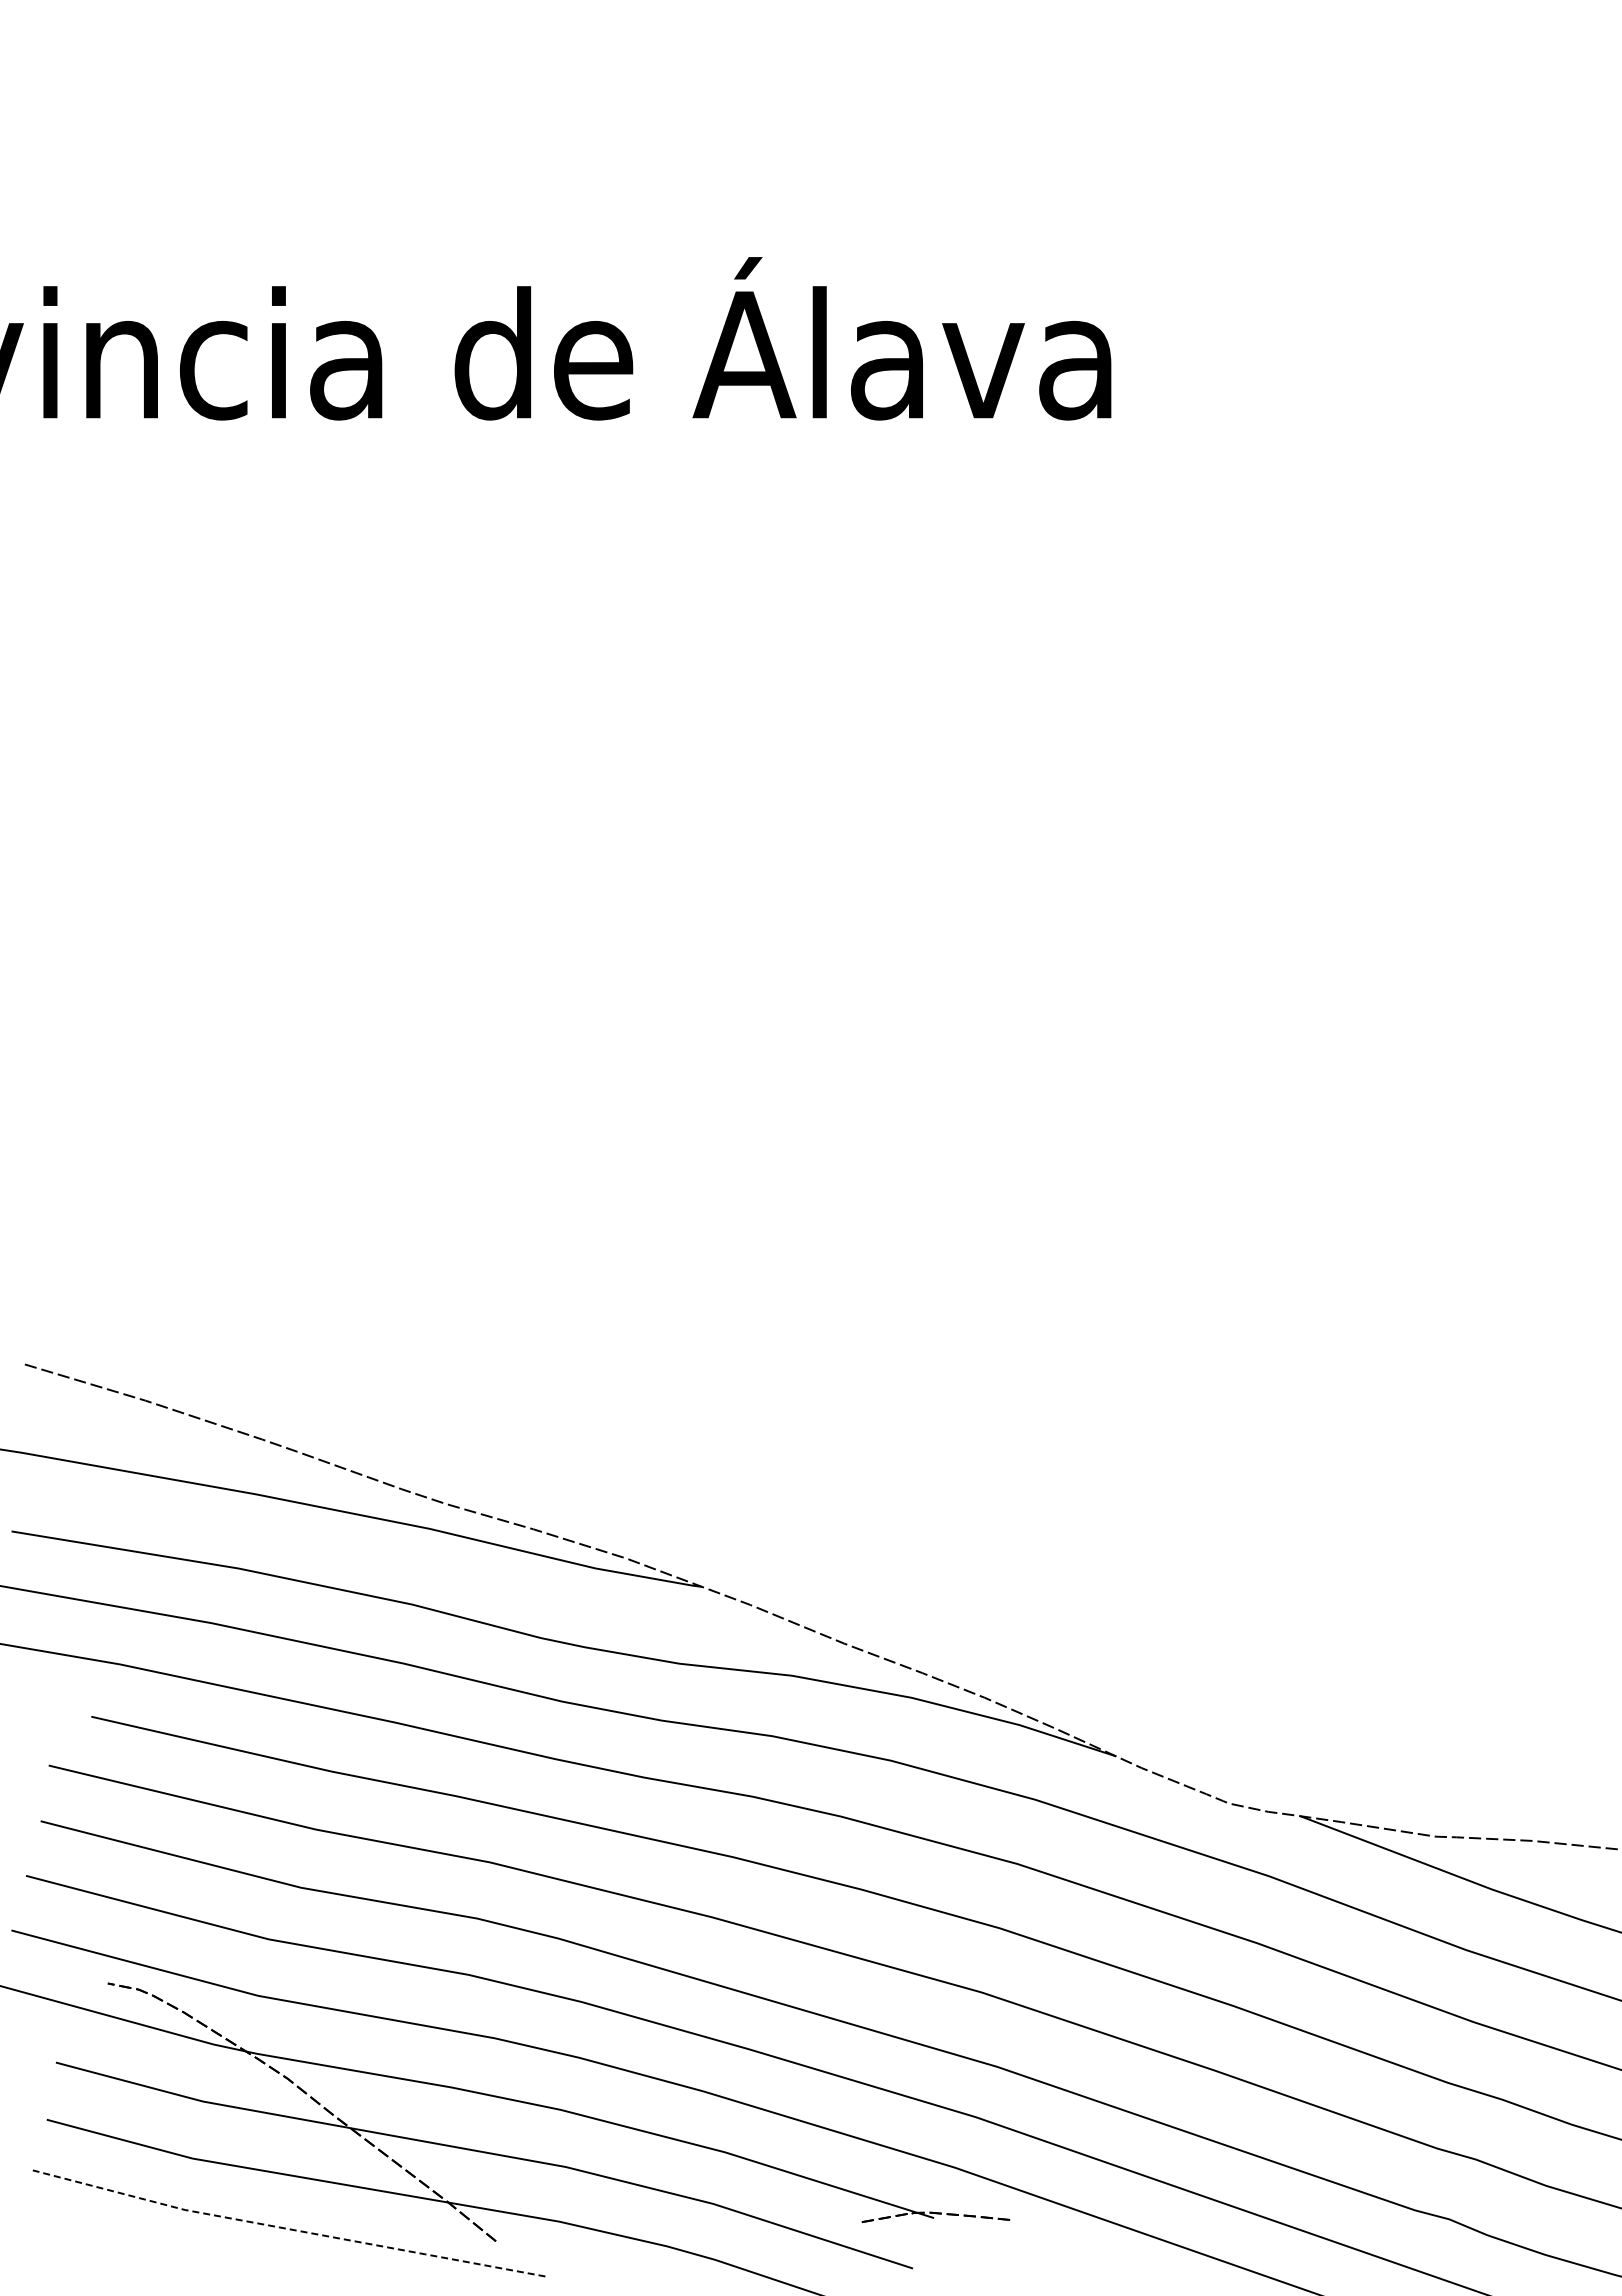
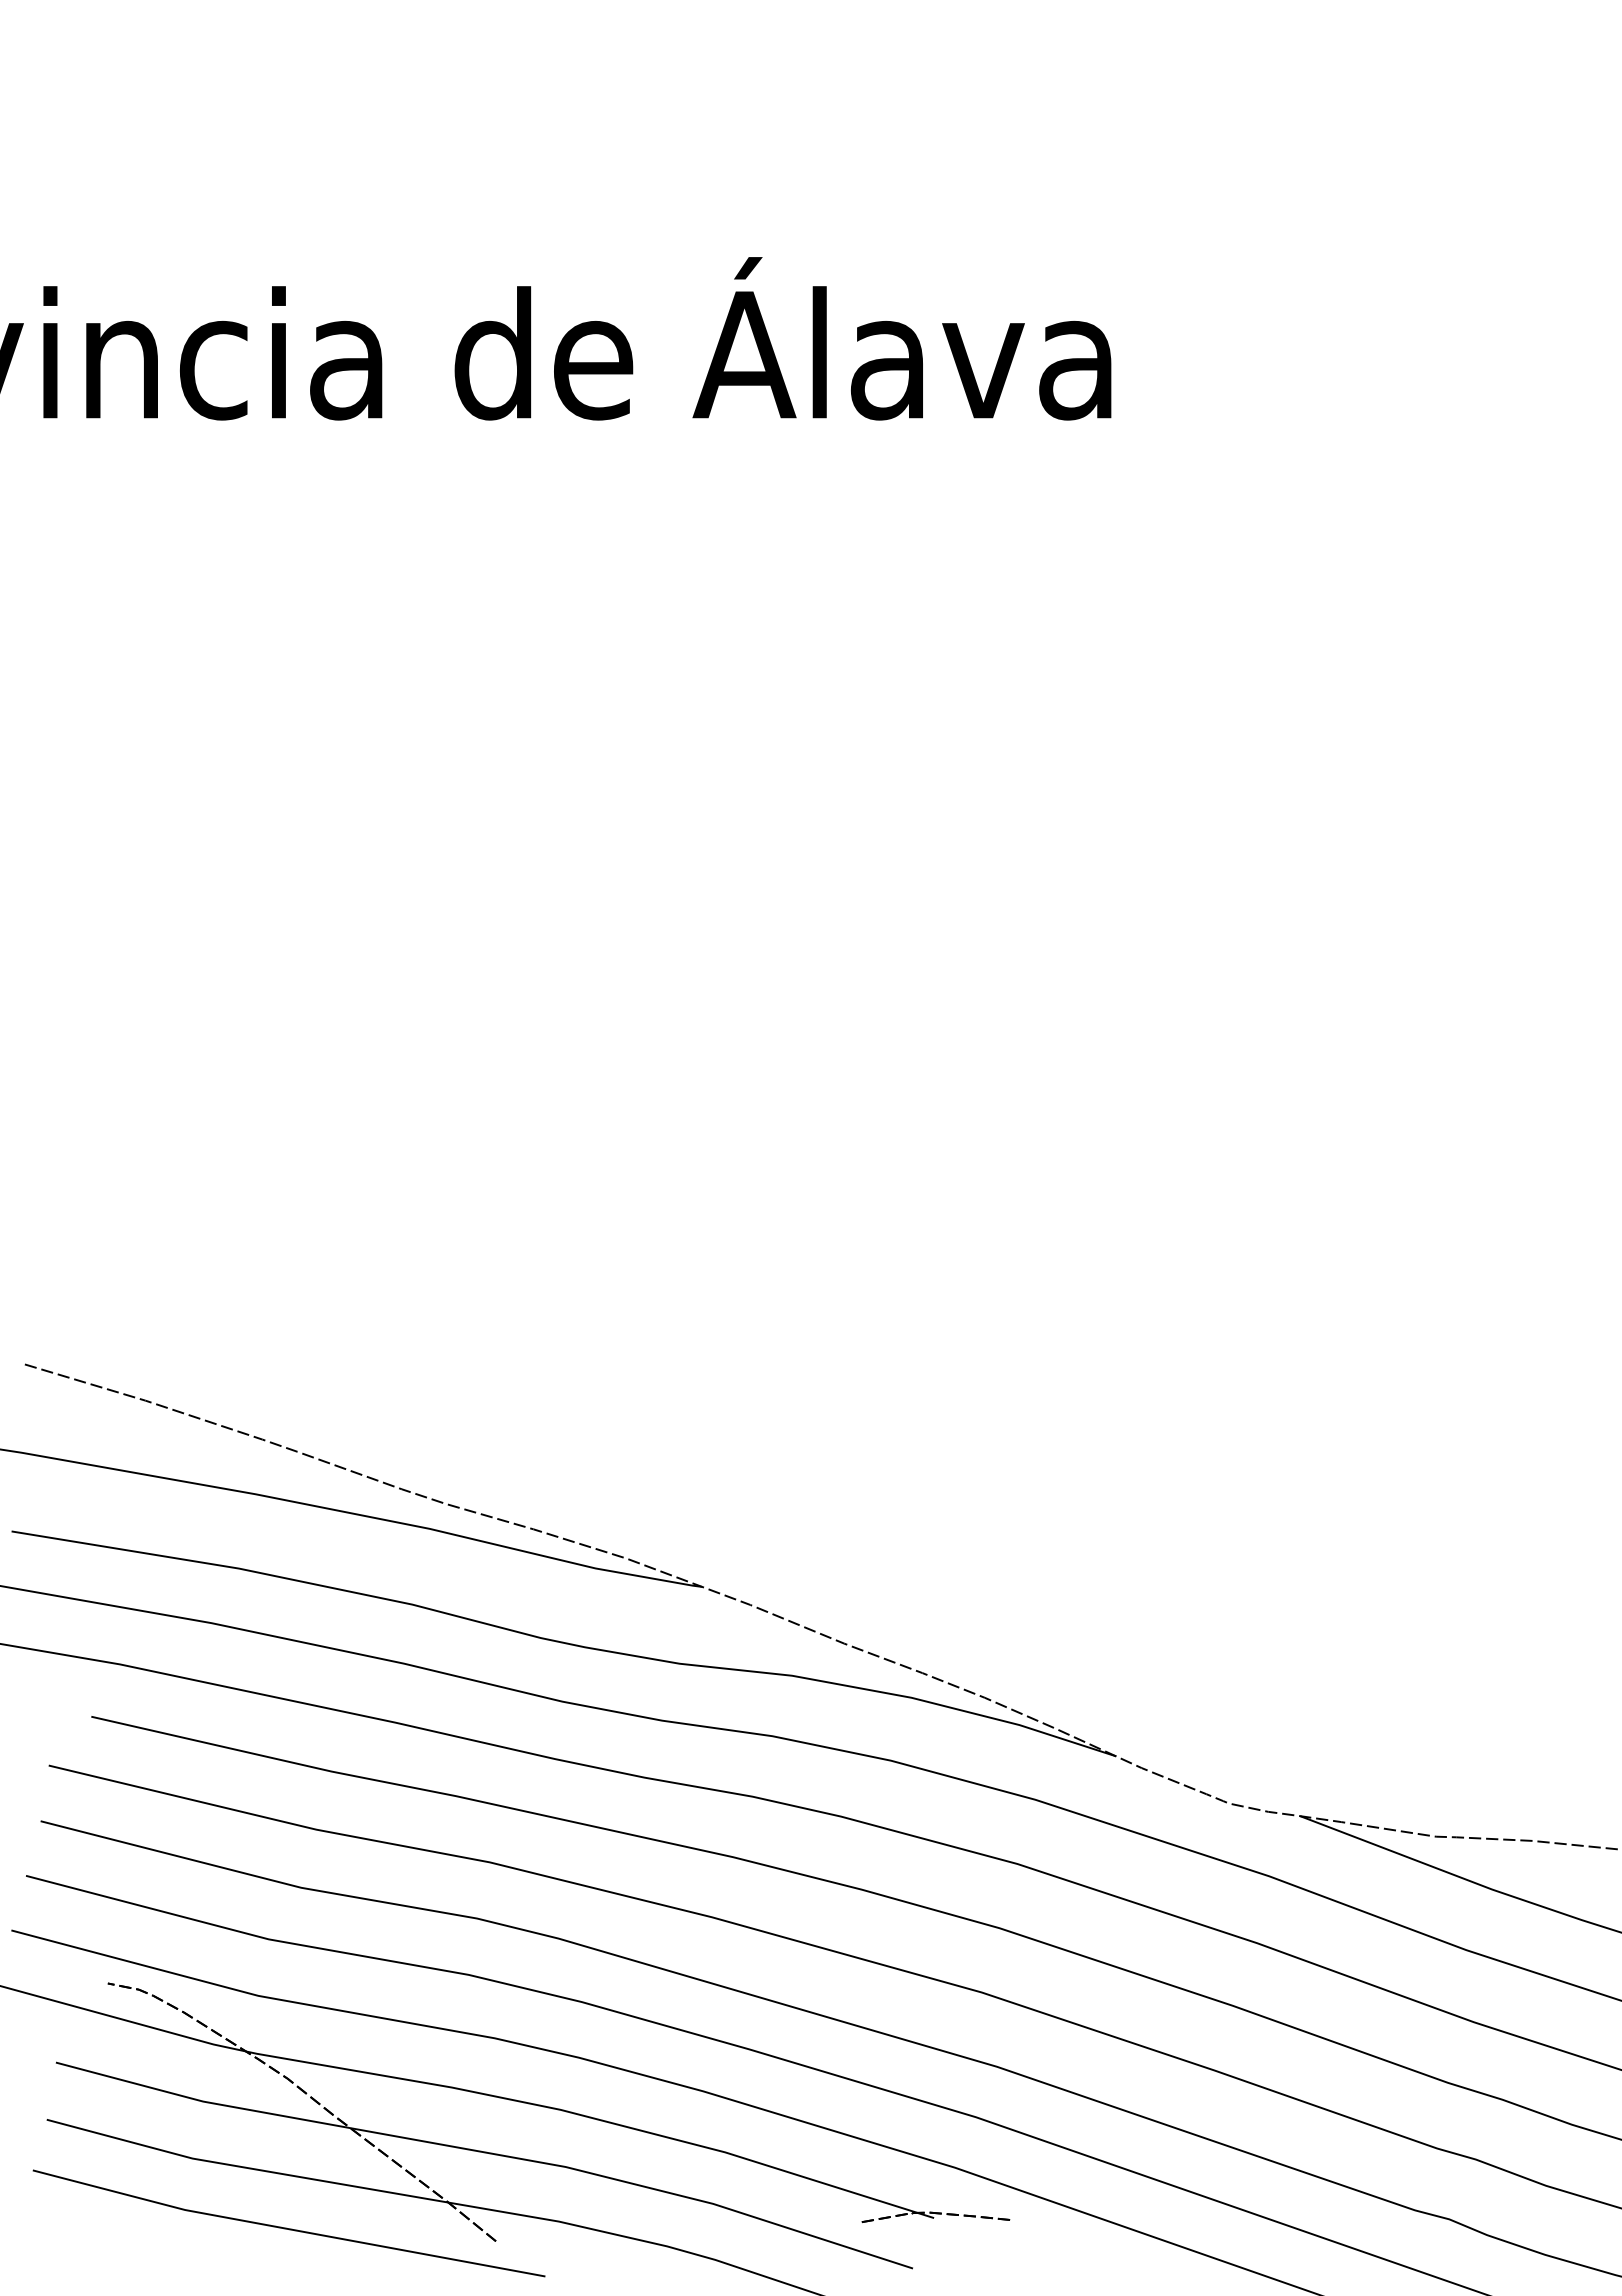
line at (287, 2228): dashed -> solid
